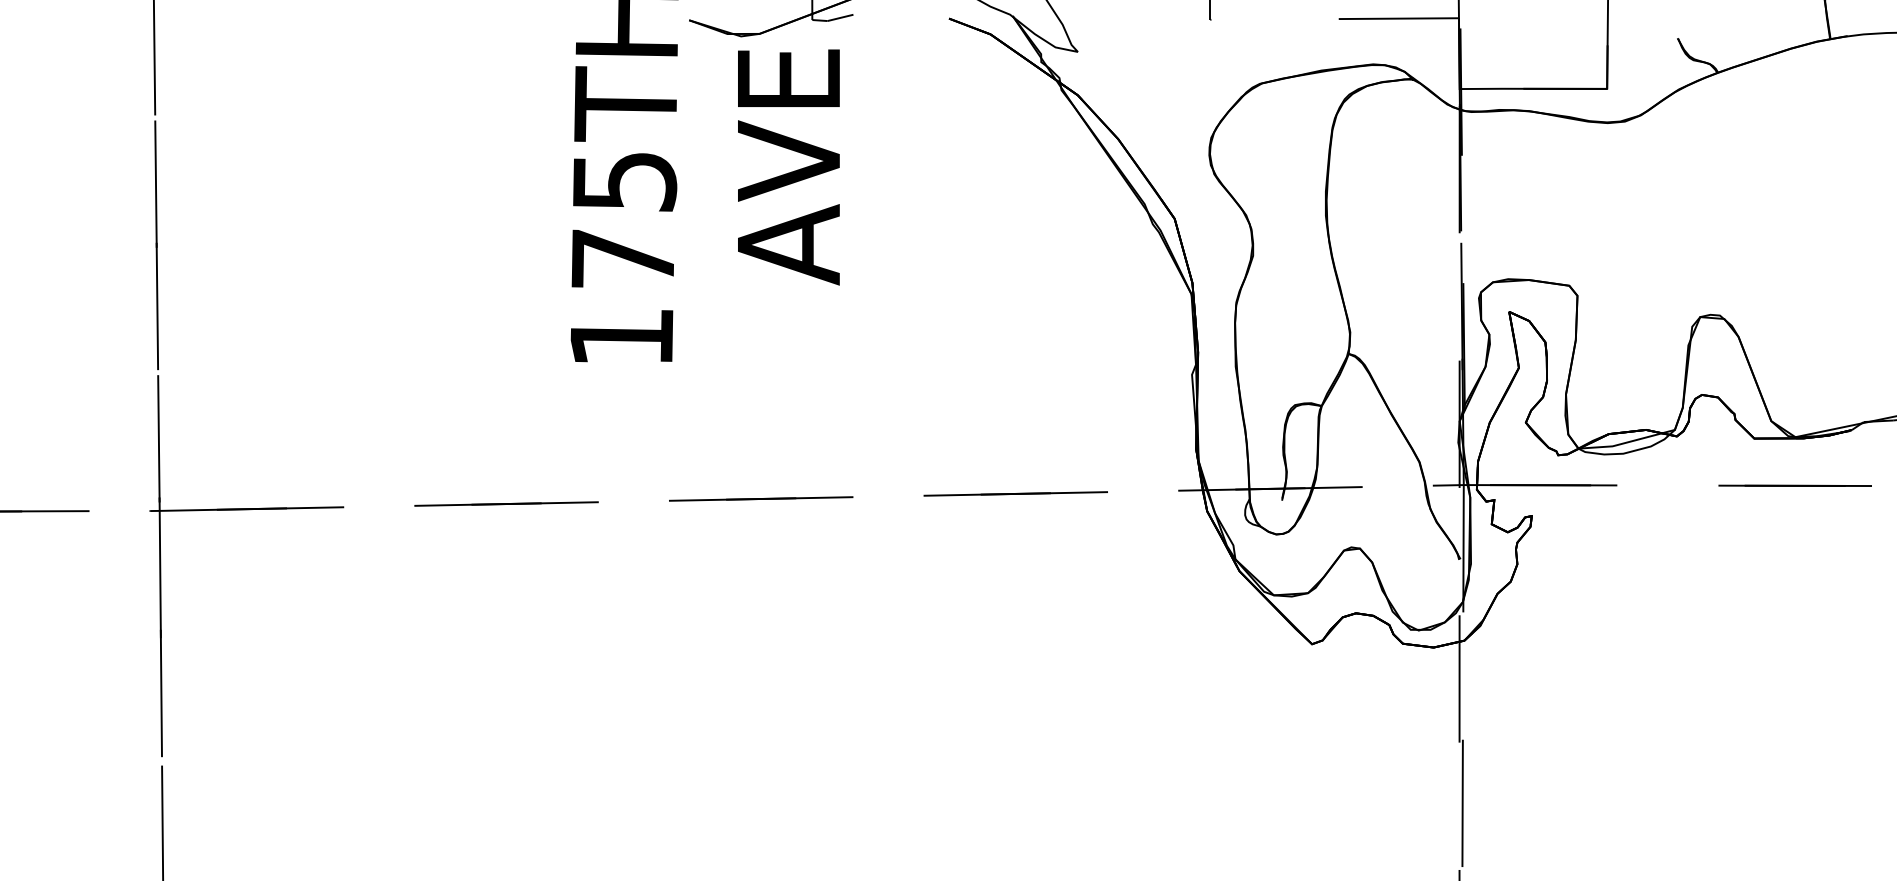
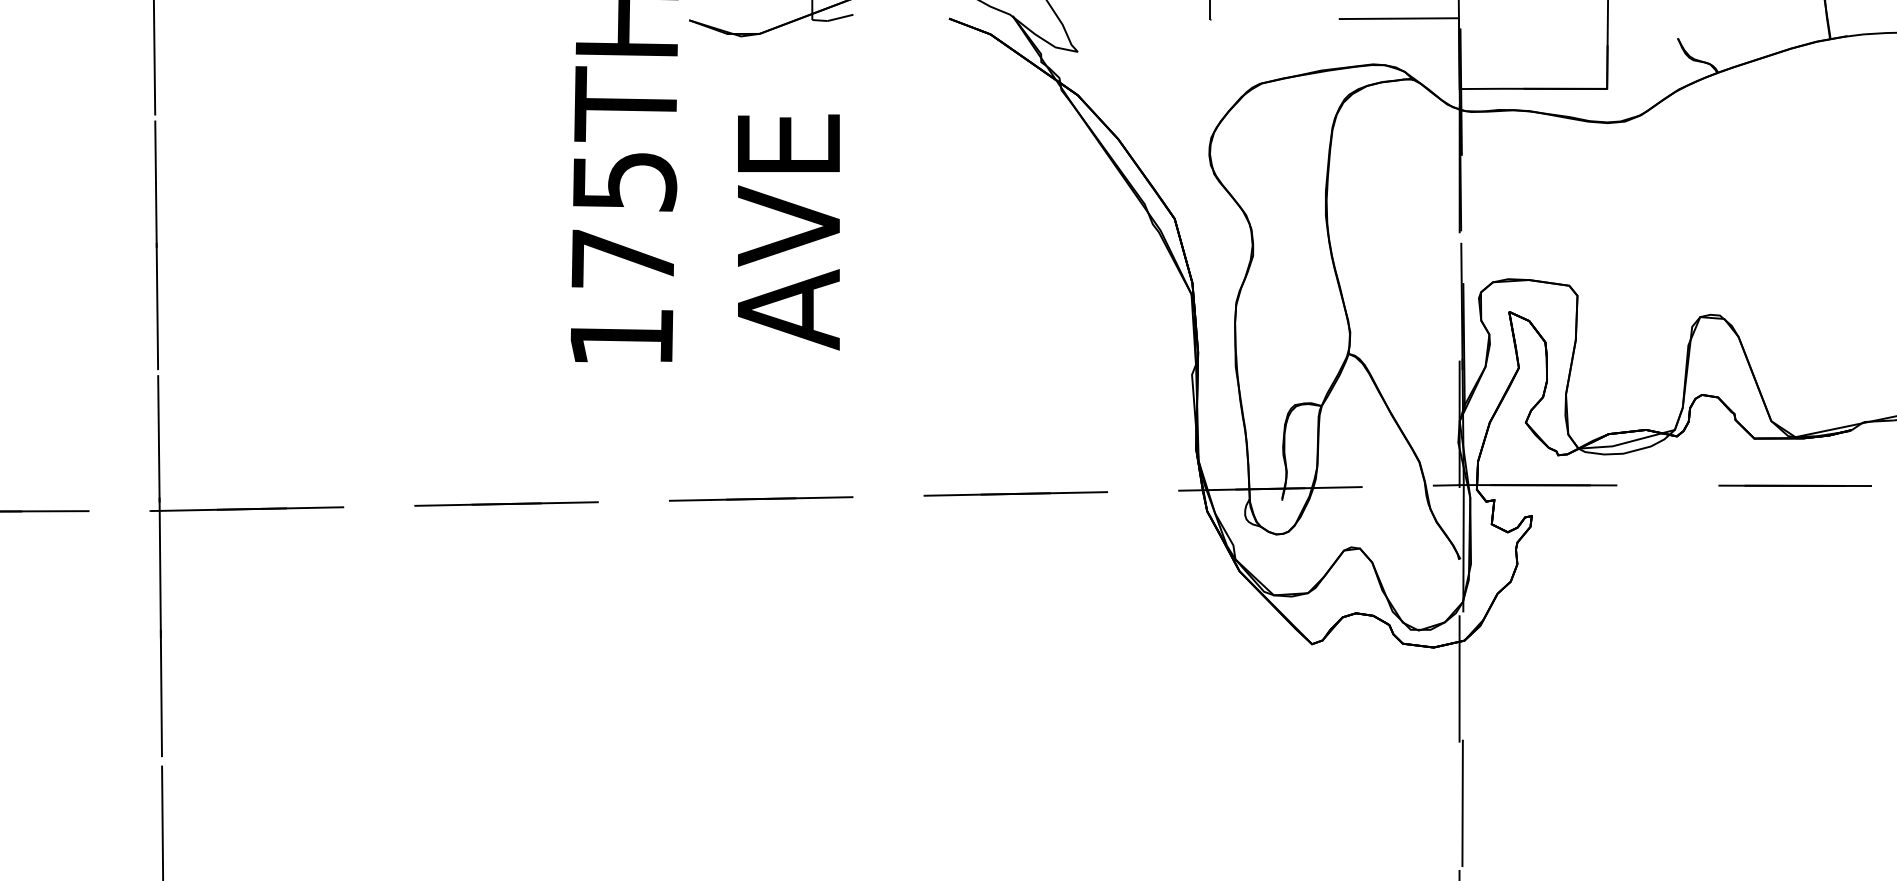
text at (788, 167) position: (788, 167) -> (788, 232)
